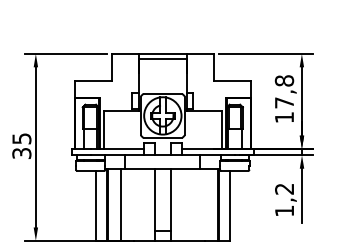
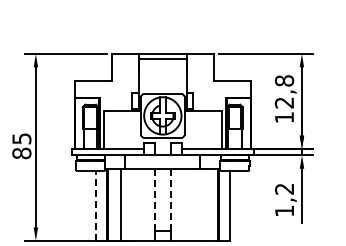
text at (283, 102): 17,8 -> 12,8
text at (21, 153): 35 -> 85
line at (170, 199): solid -> dashed
line at (154, 200): solid -> dashed
line at (96, 205): solid -> dashed
